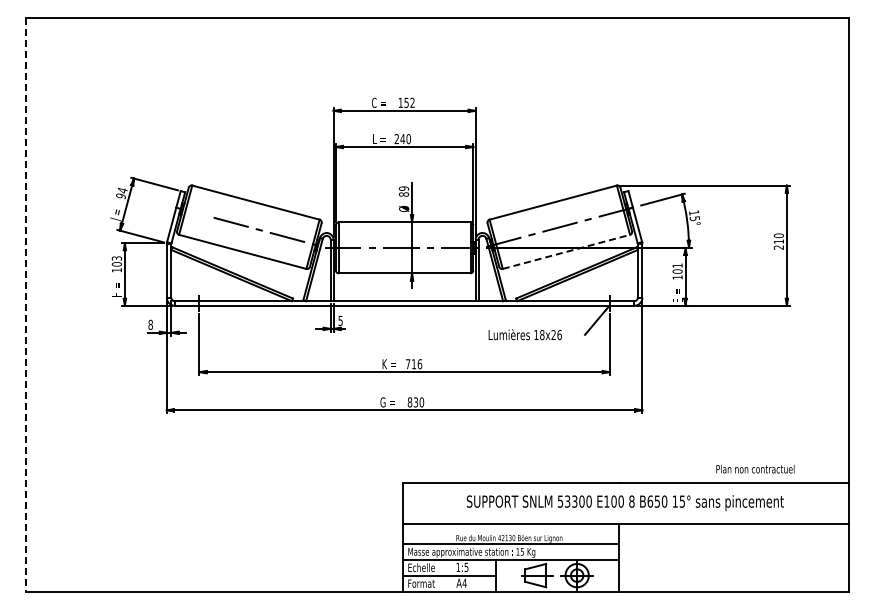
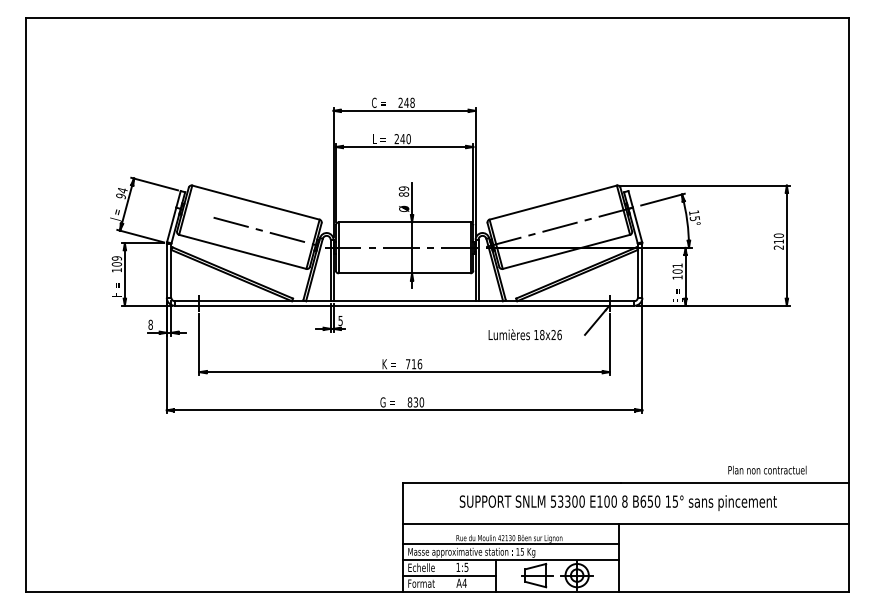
text at (406, 102): 152 -> 248
line at (566, 251): dashed -> solid
text at (116, 258): 103 -> 109
line at (26, 305): dashed -> solid
text at (755, 468) position: (755, 468) -> (767, 469)
text at (624, 502) position: (624, 502) -> (617, 502)
